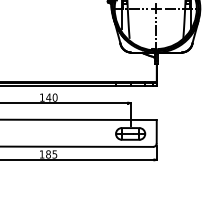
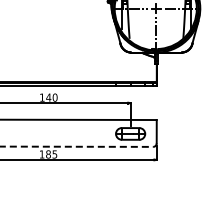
line at (77, 146): solid -> dashed
